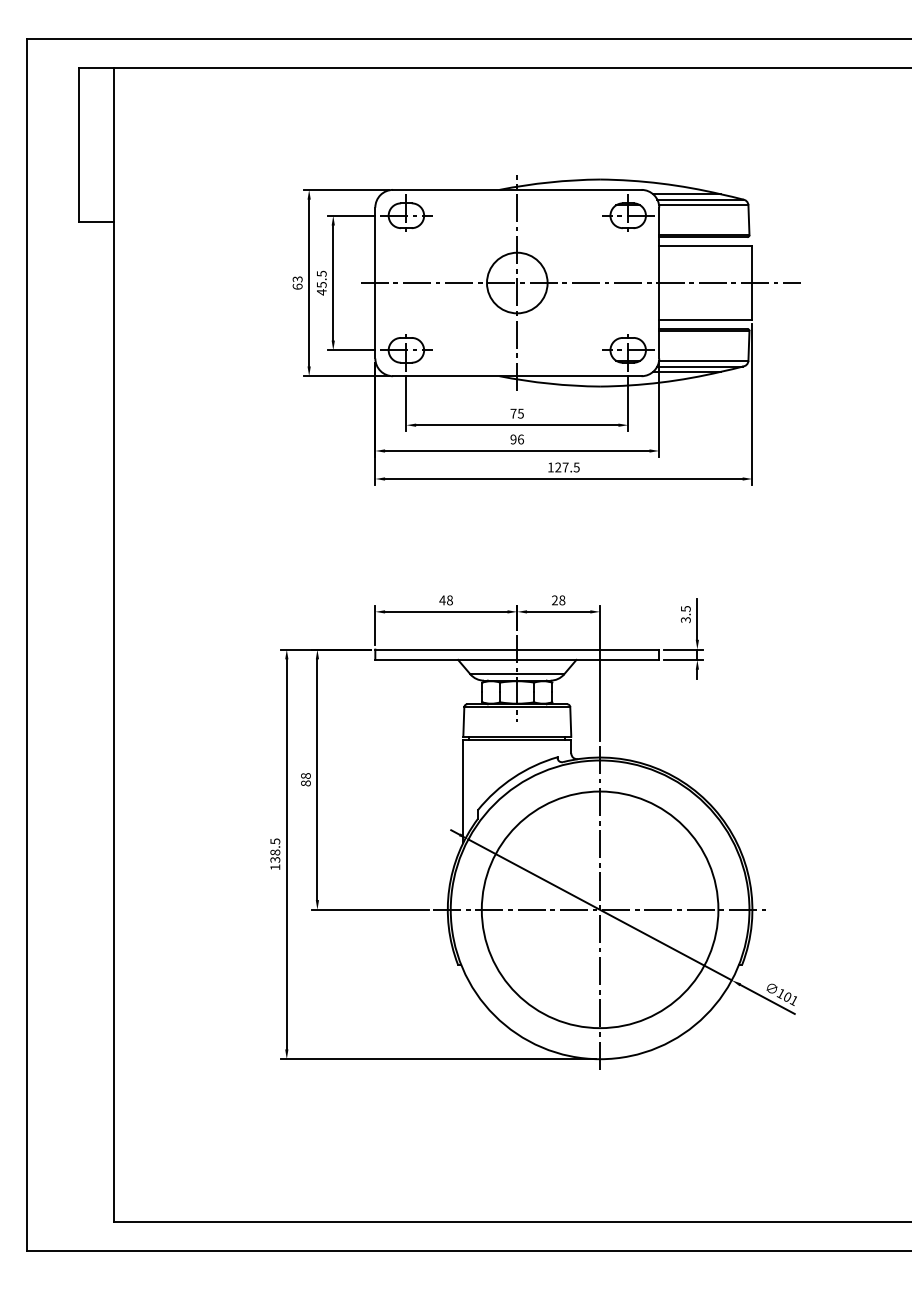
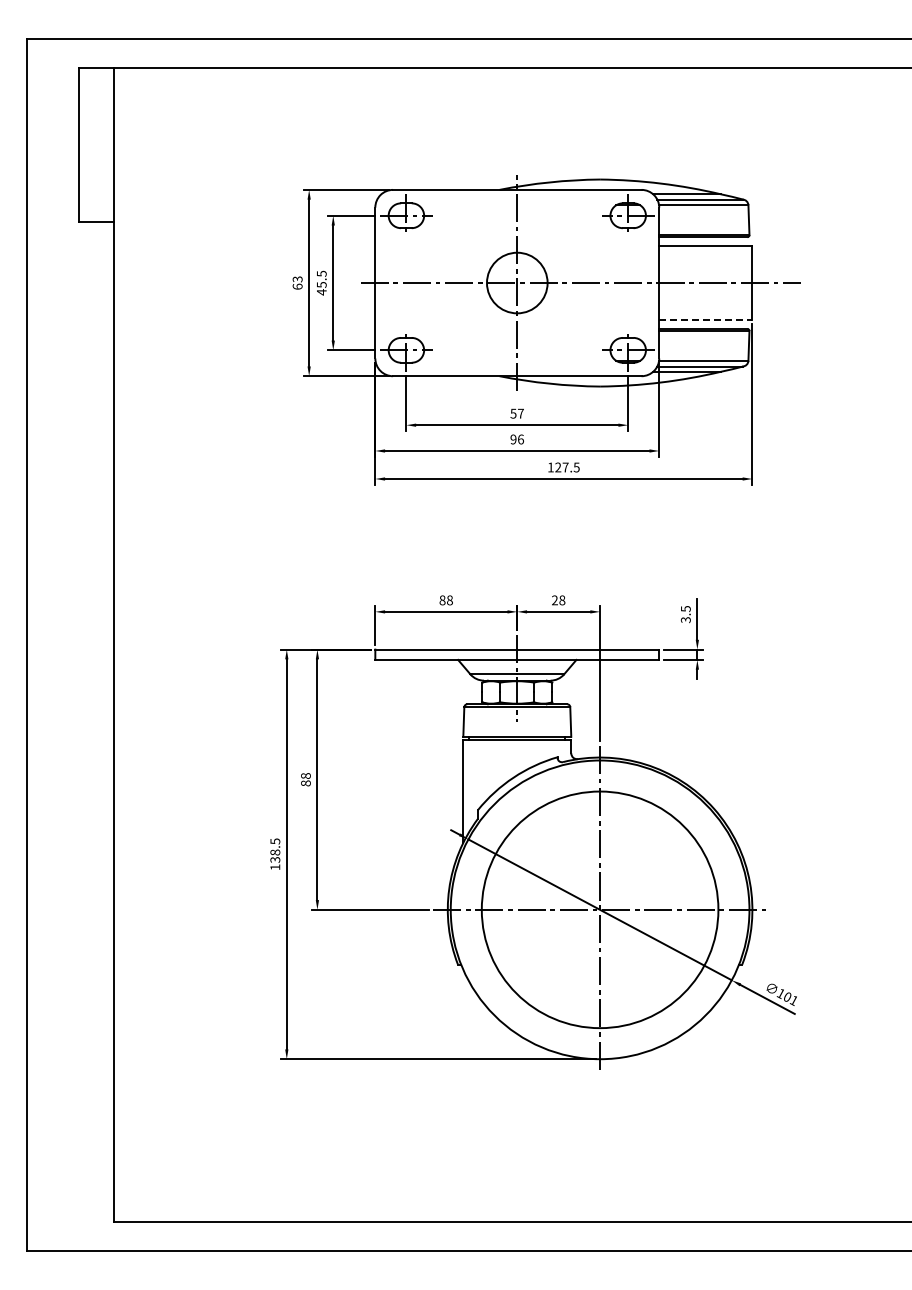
line at (705, 320): solid -> dashed
text at (516, 413): 75 -> 57
text at (442, 600): 48 -> 88
